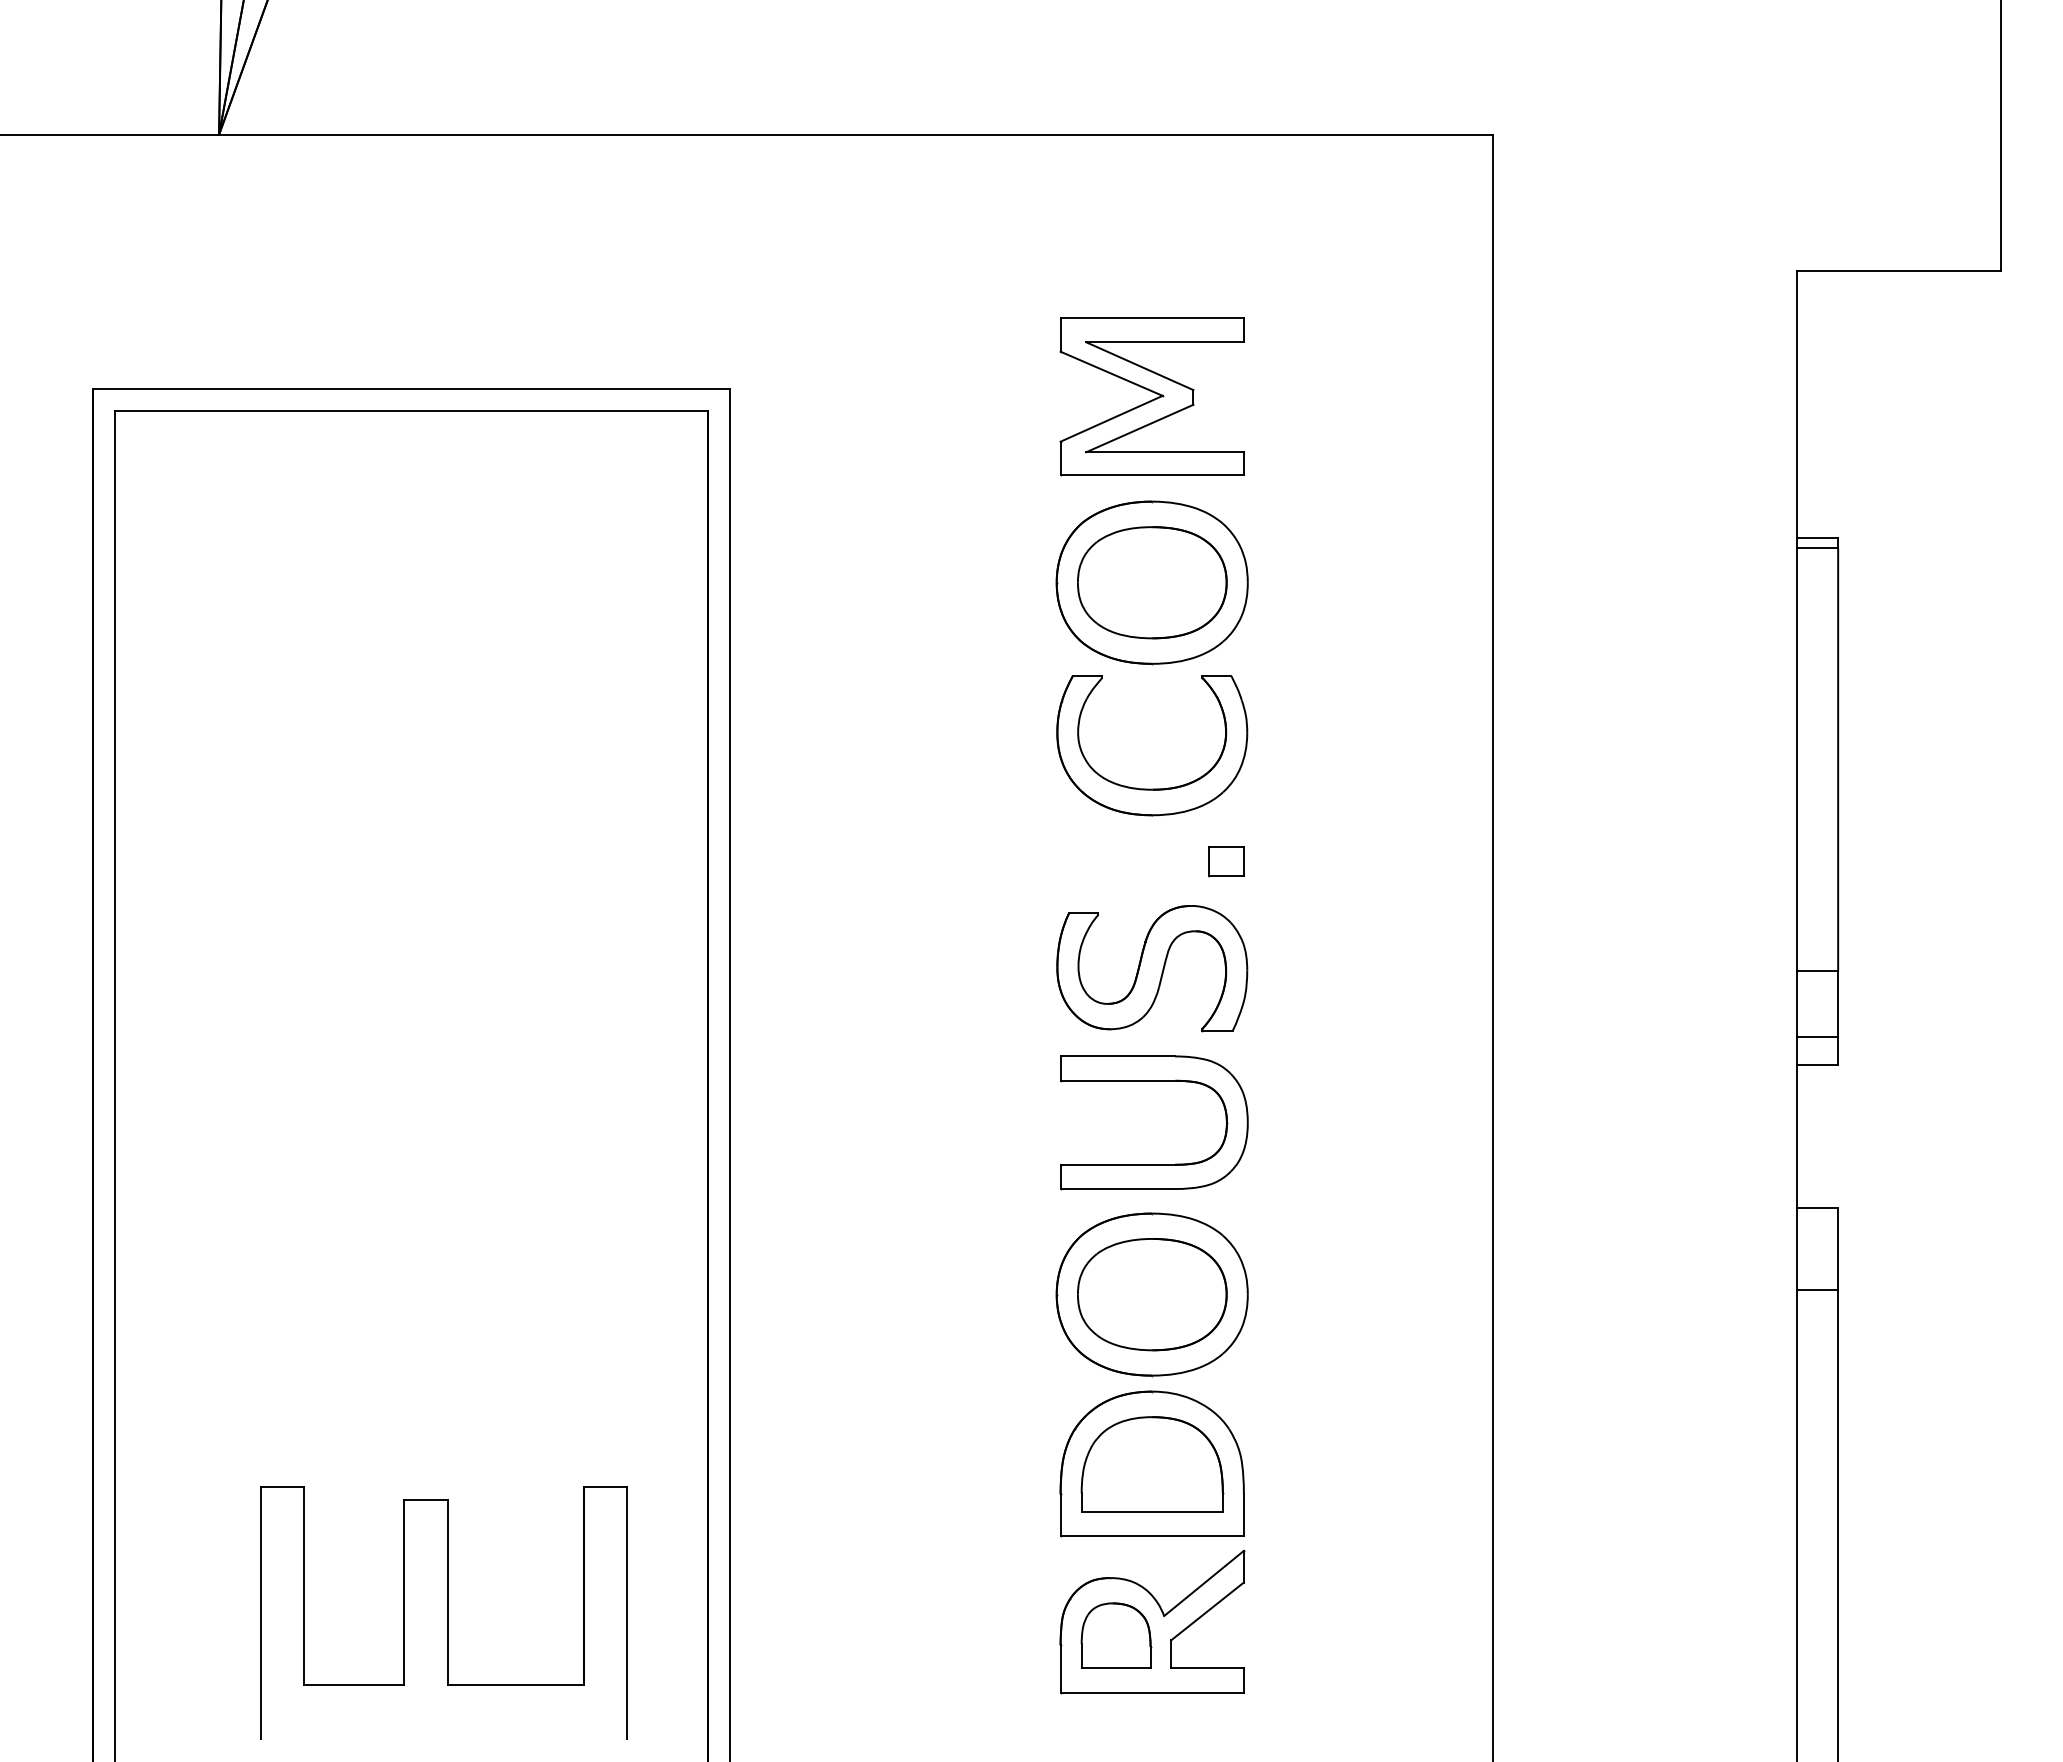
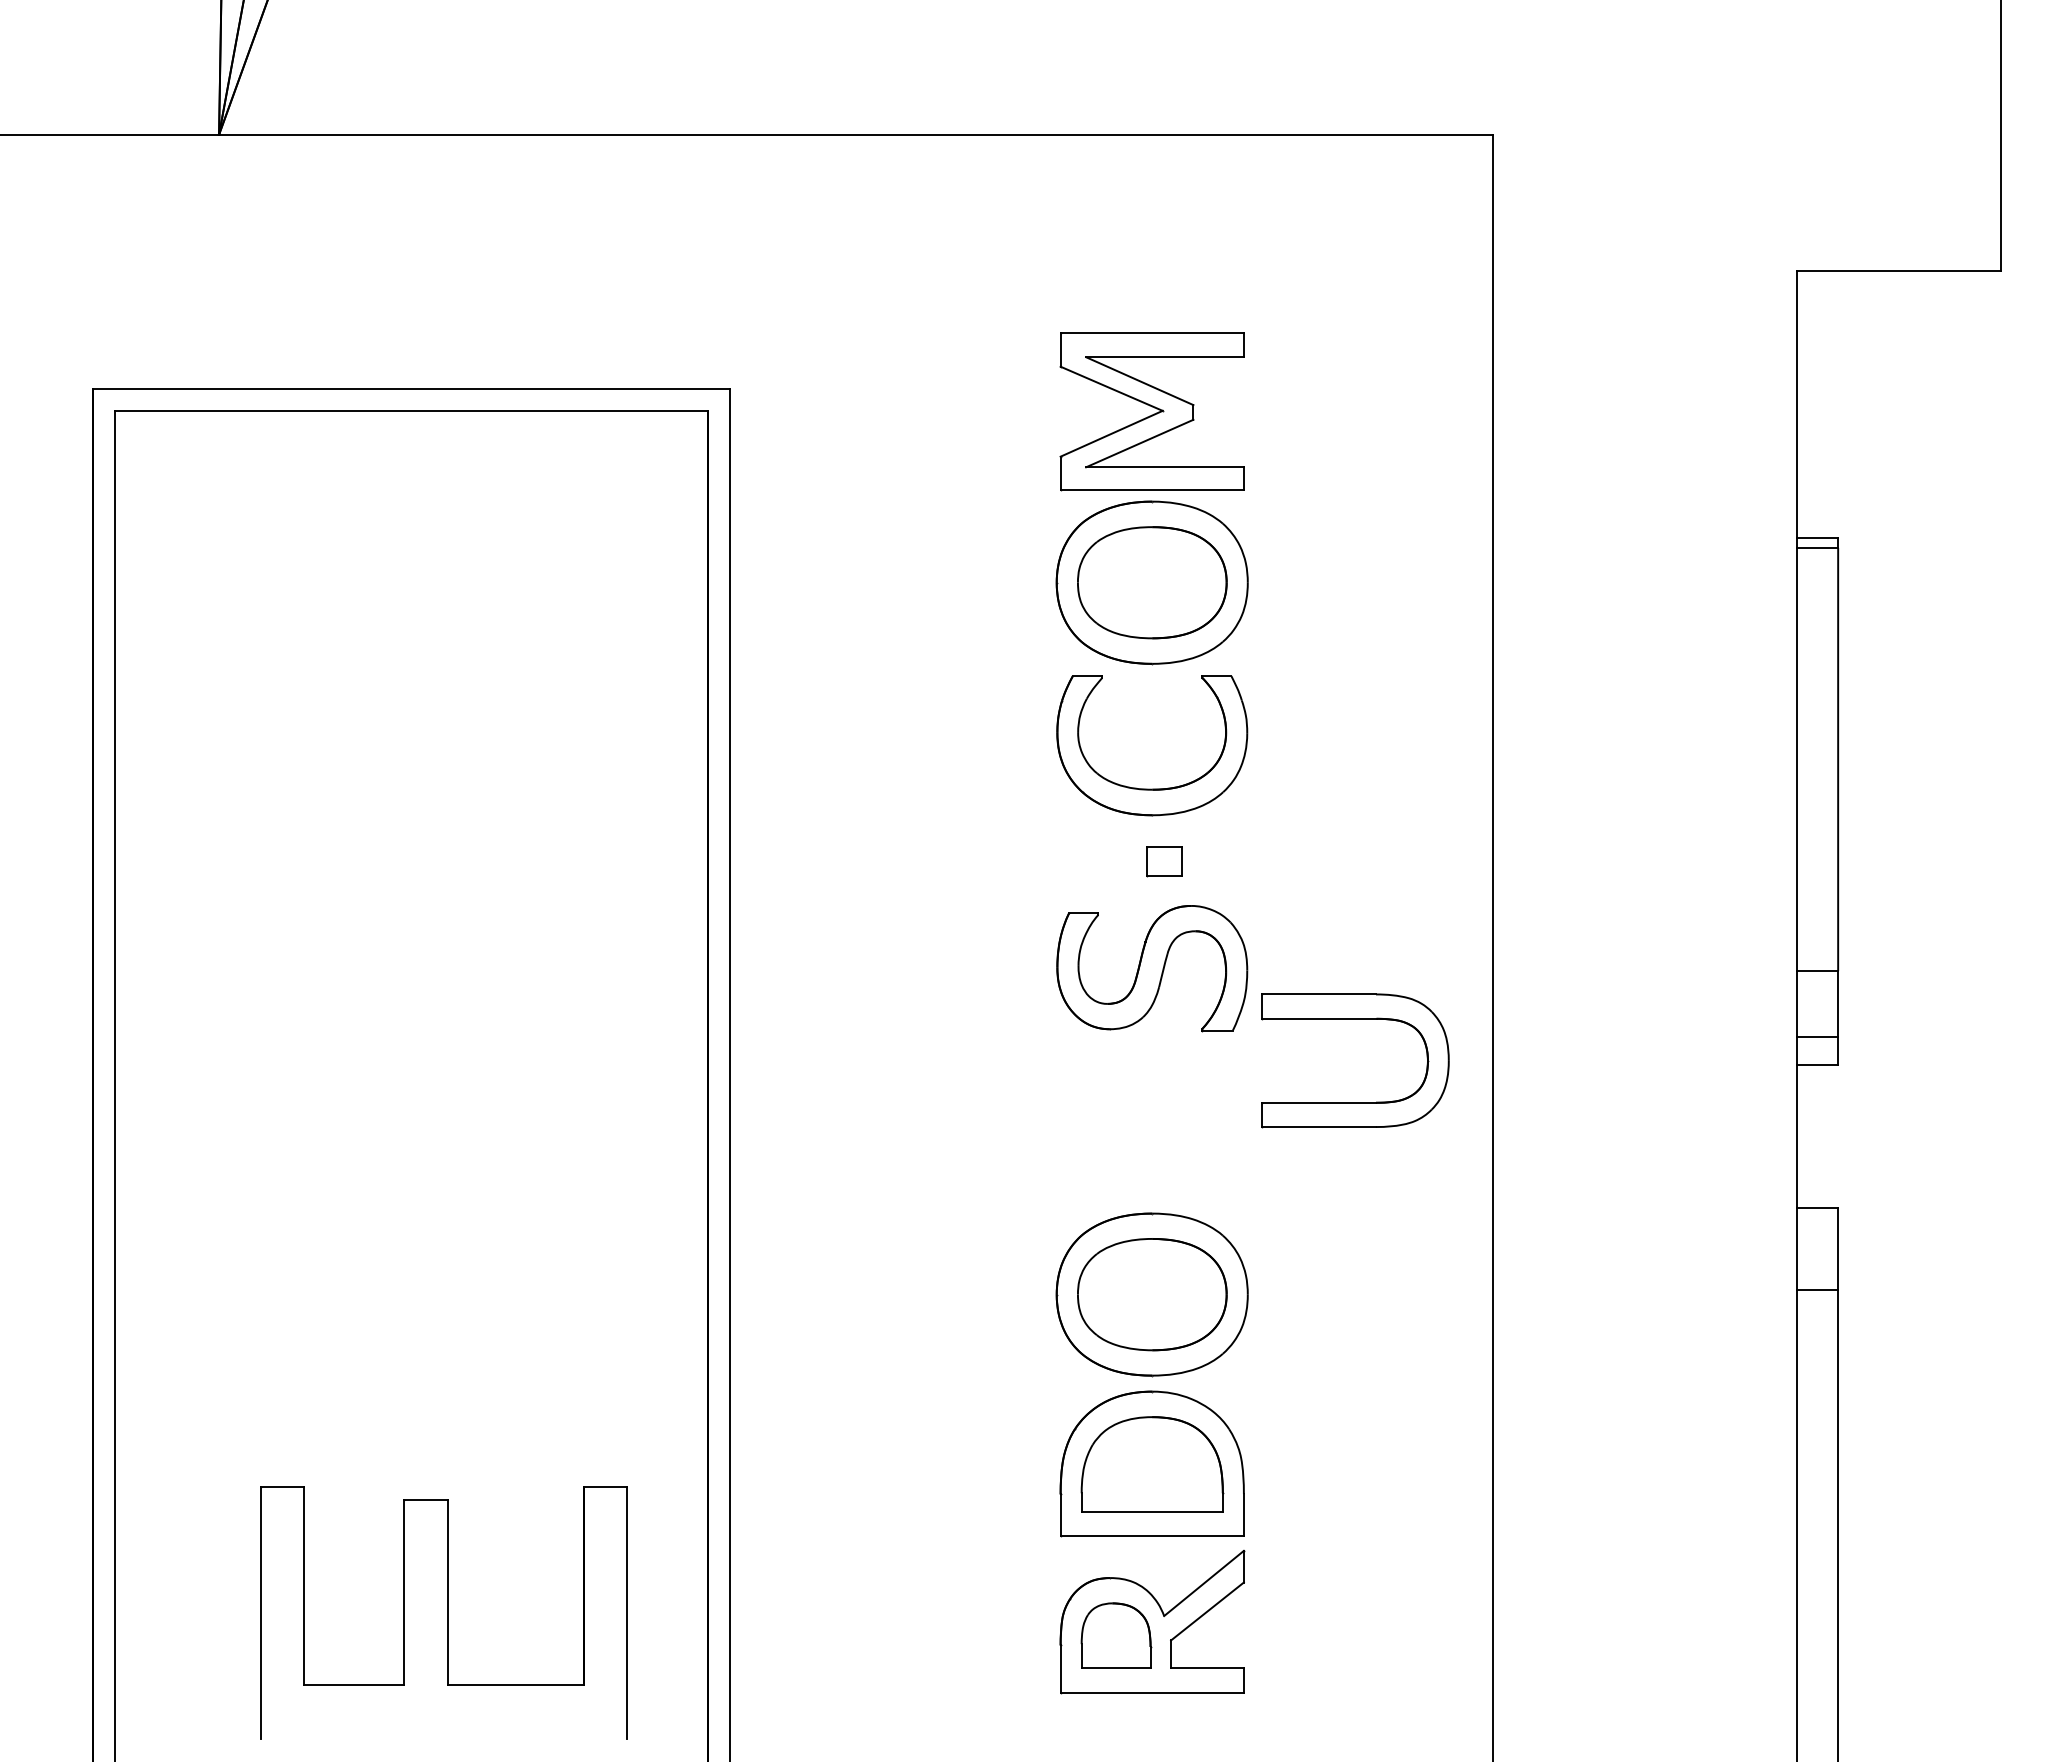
part at (1151, 396) position: (1151, 396) -> (1151, 411)
part at (1226, 861) position: (1226, 861) -> (1164, 861)
part at (1154, 1081) position: (1154, 1081) -> (1355, 1019)
